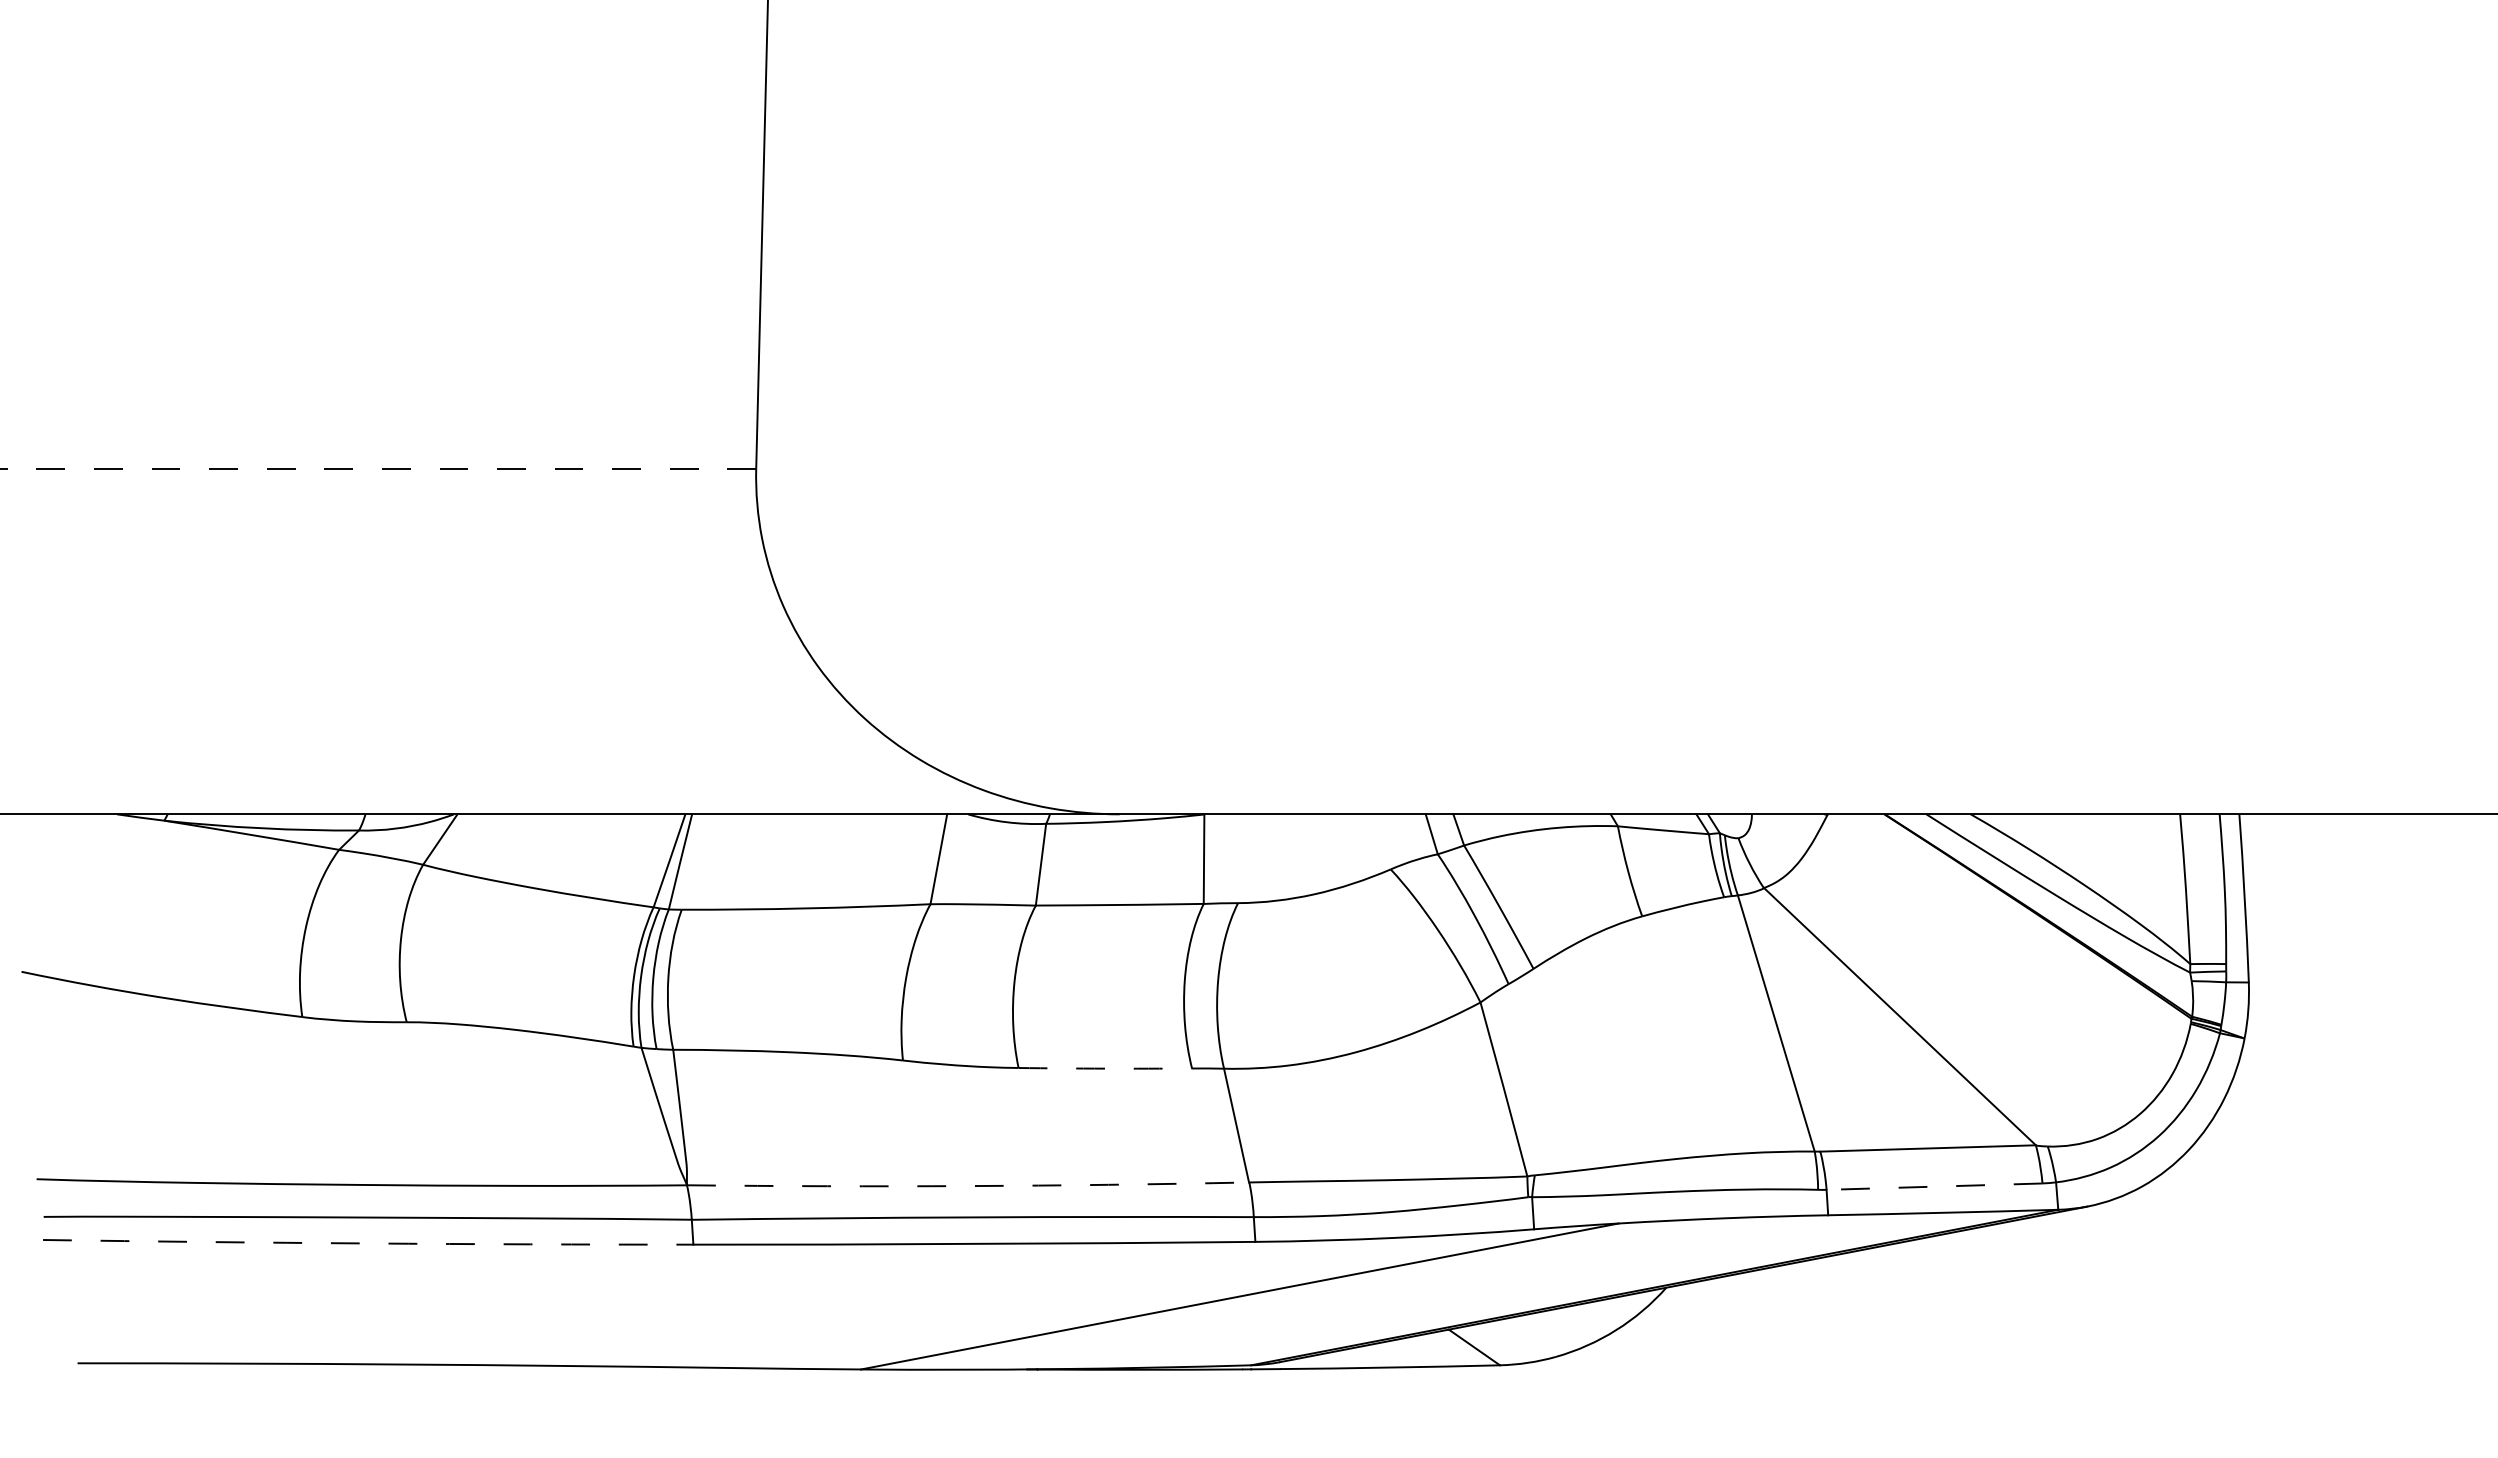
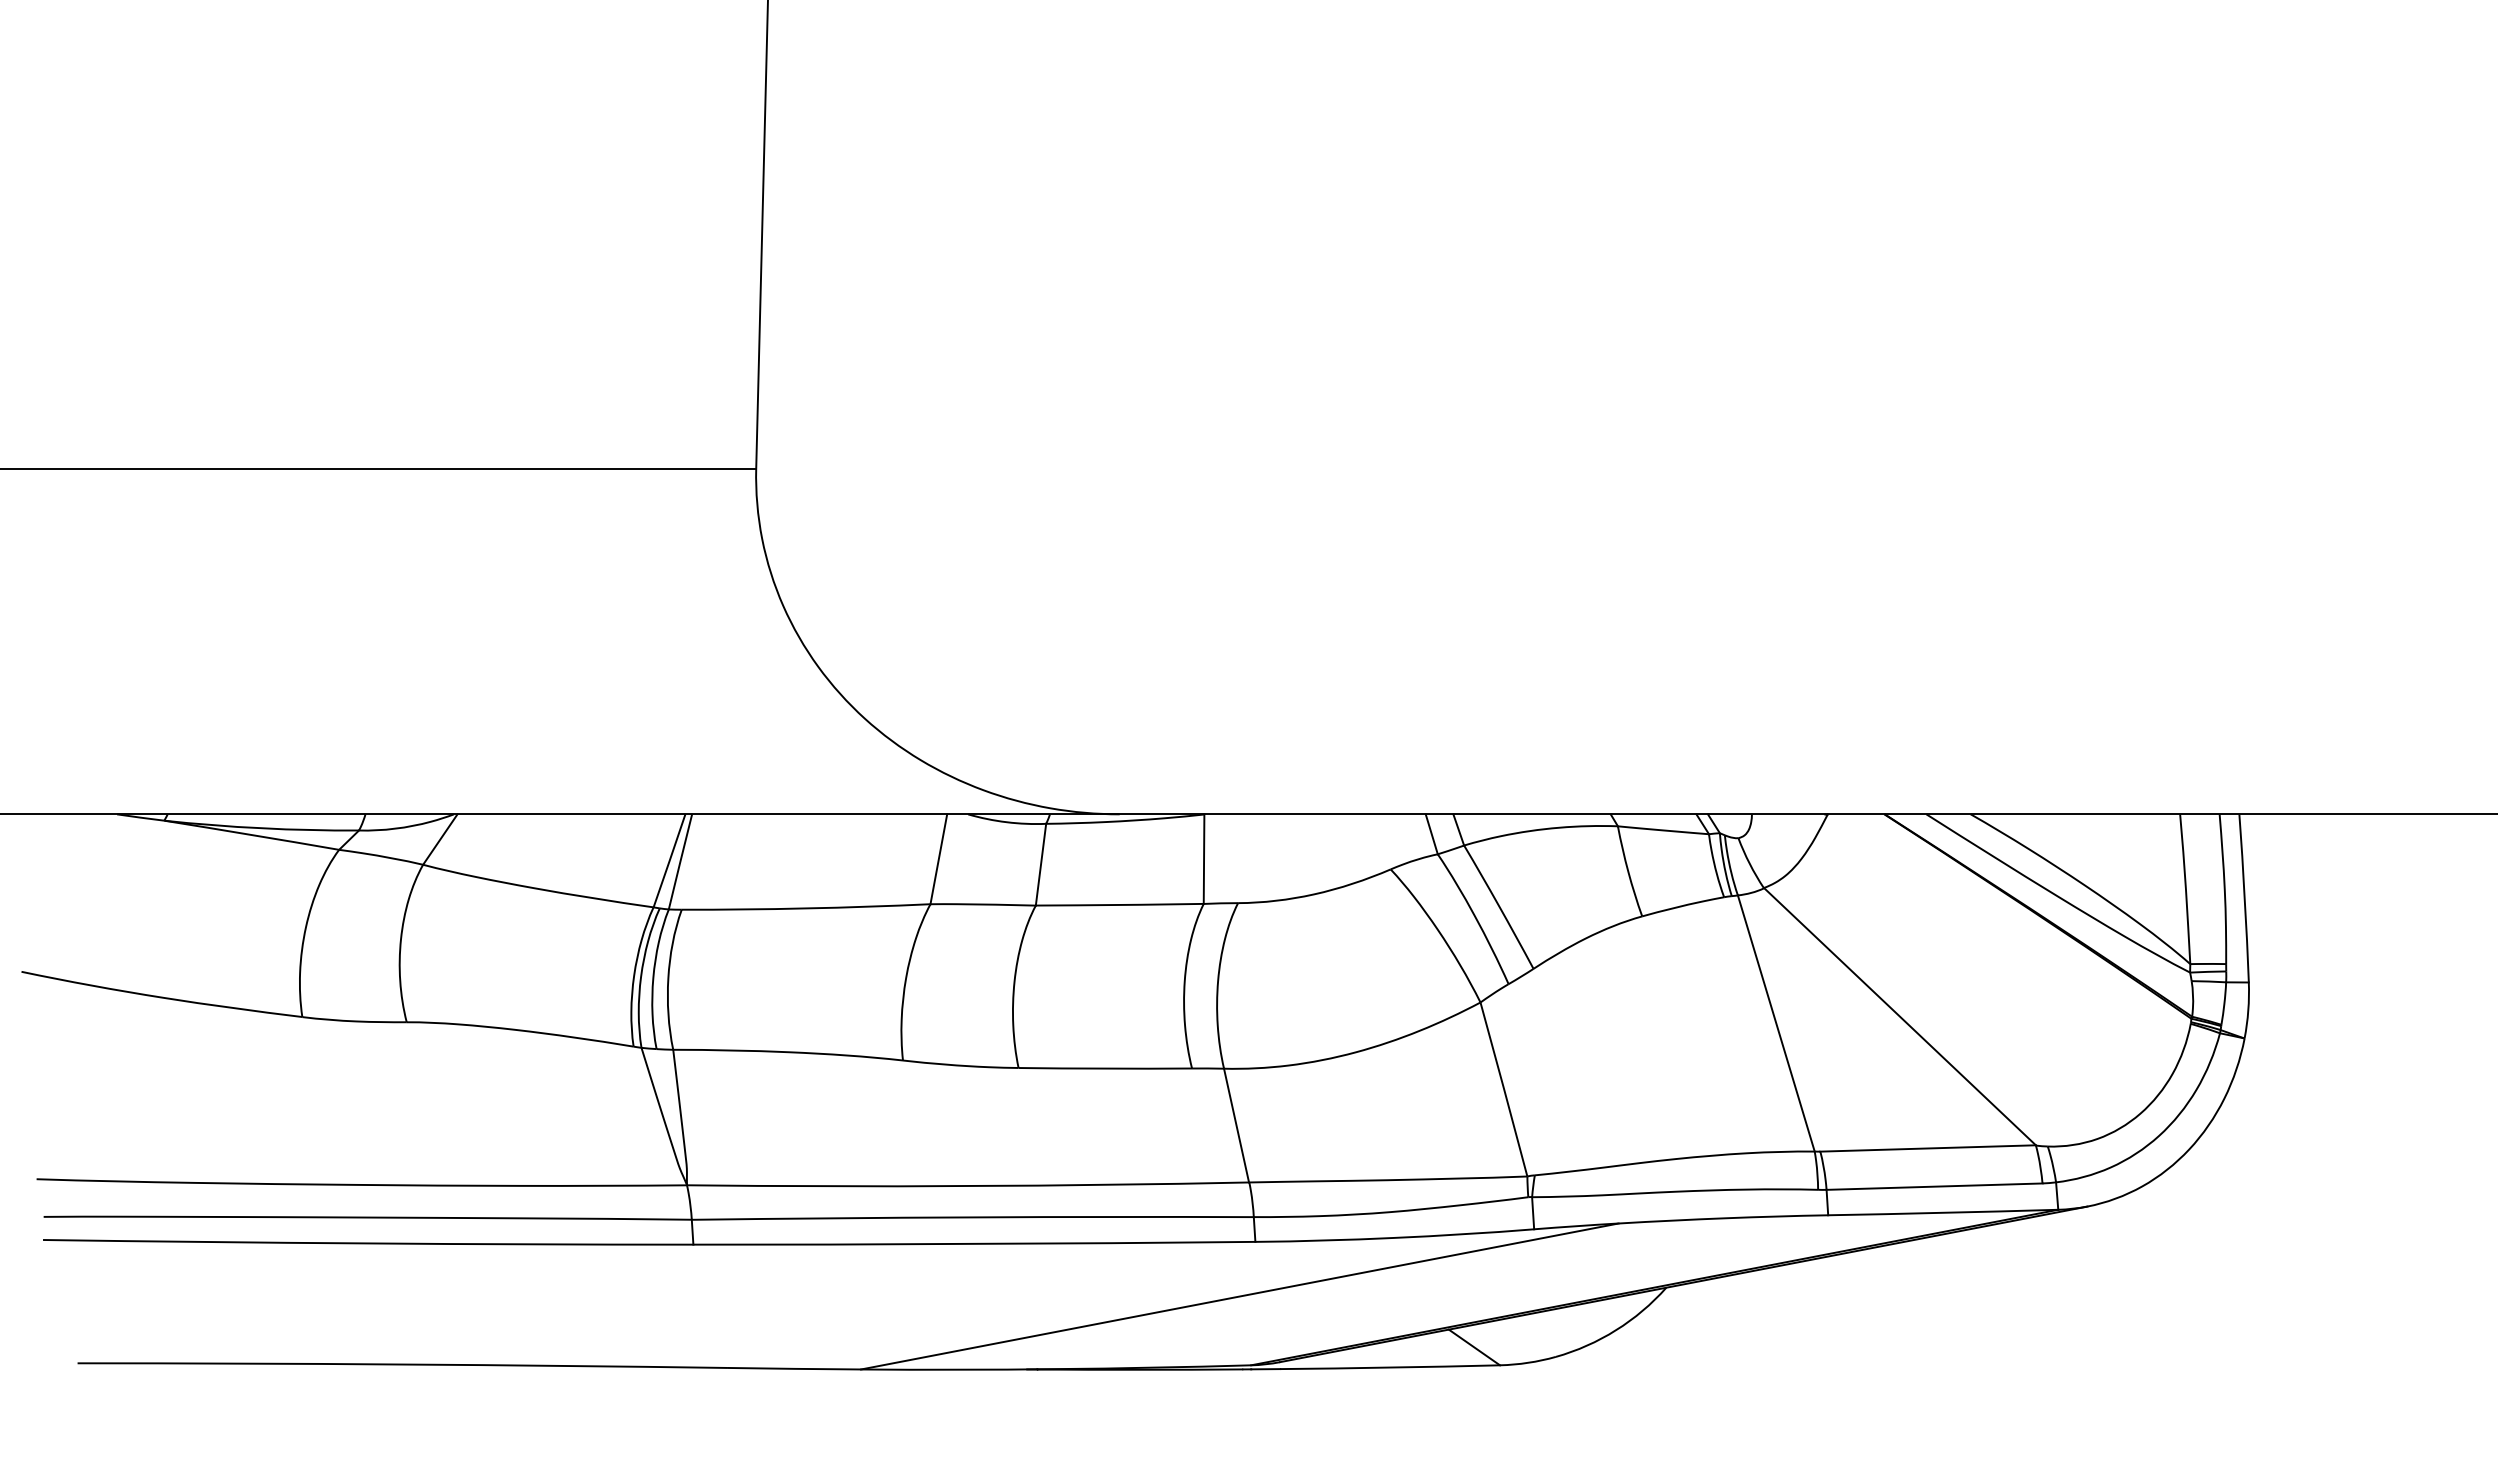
line at (378, 468): dashed -> solid
arc at (1105, 1068): dashed -> solid
arc at (968, 1186): dashed -> solid
line at (1934, 1186): dashed -> solid
arc at (368, 1243): dashed -> solid
